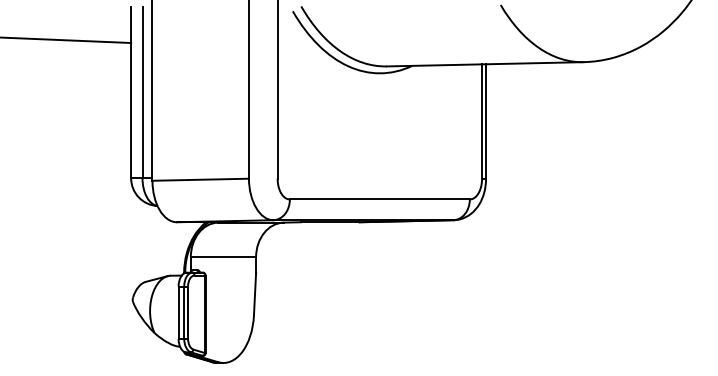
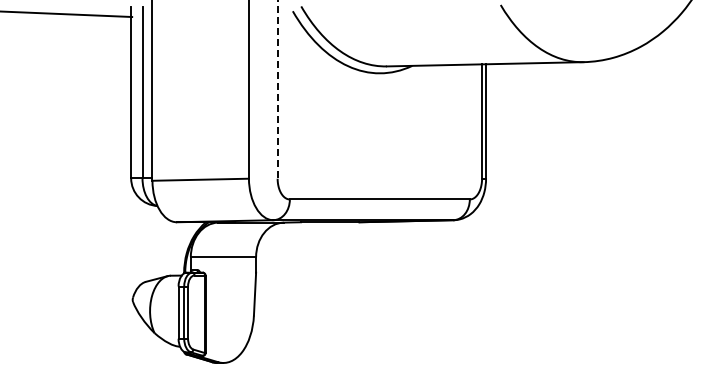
line at (66, 40) position: (66, 40) -> (67, 14)
line at (277, 89): solid -> dashed
